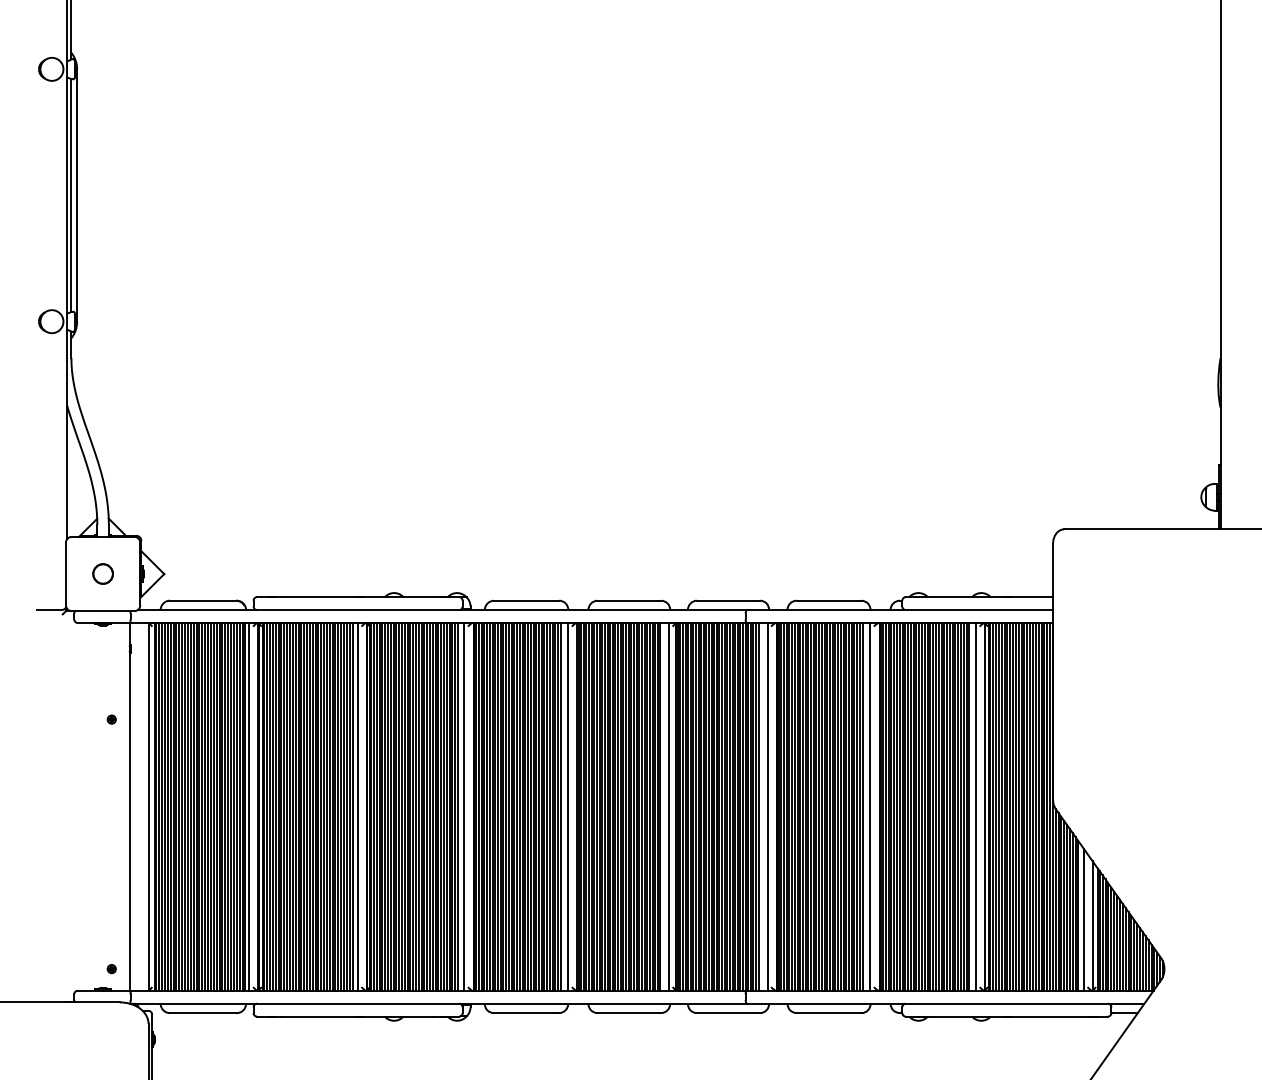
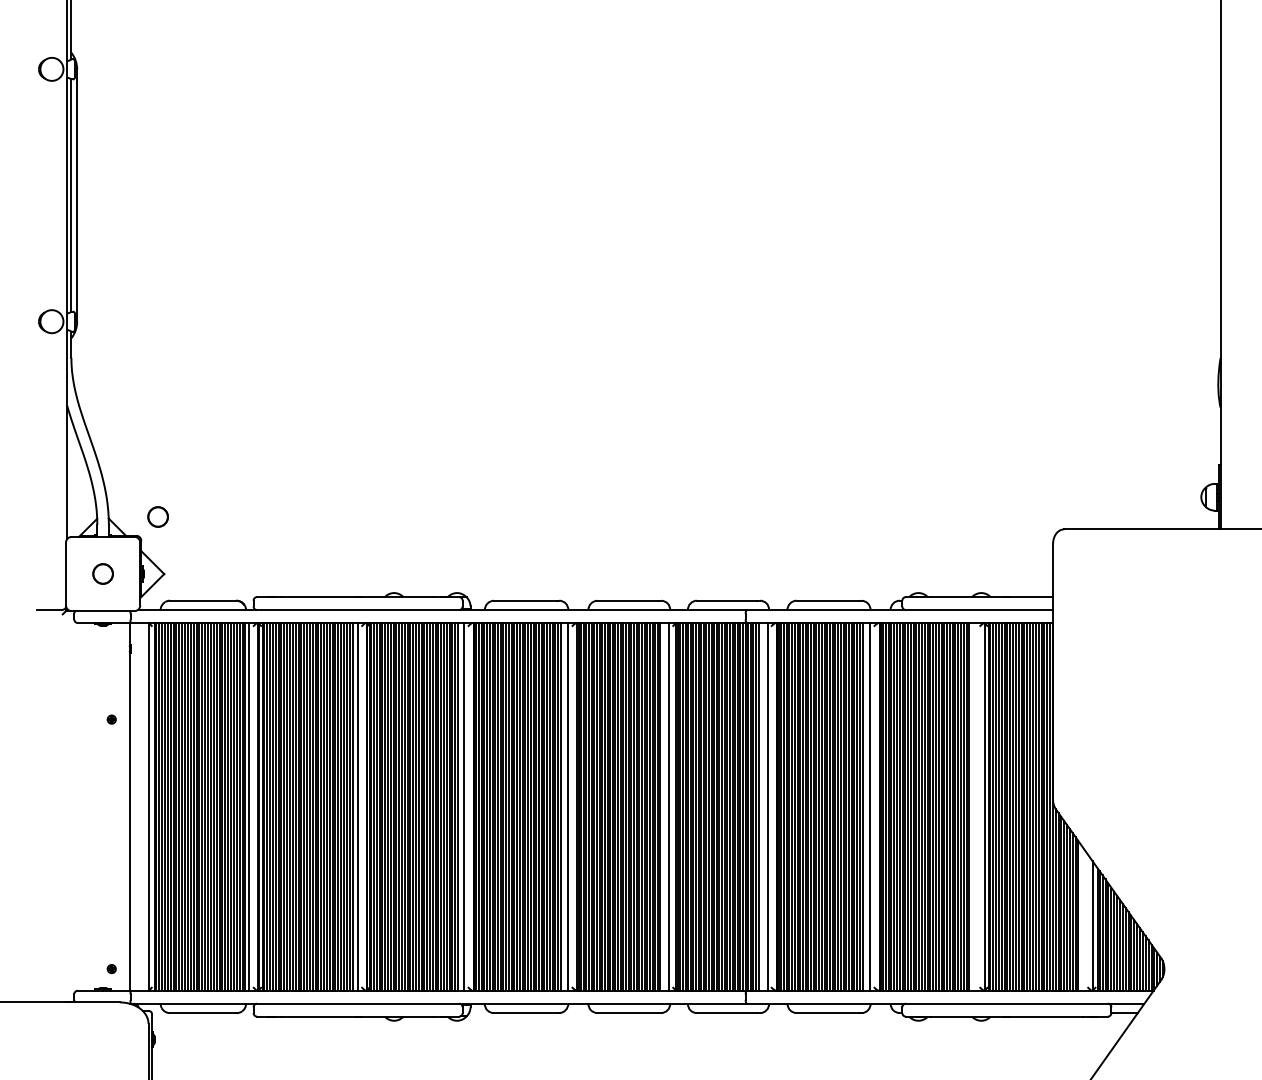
circle at (157, 516): none -> present
line at (976, 806): present -> none
line at (1083, 919): present -> none
